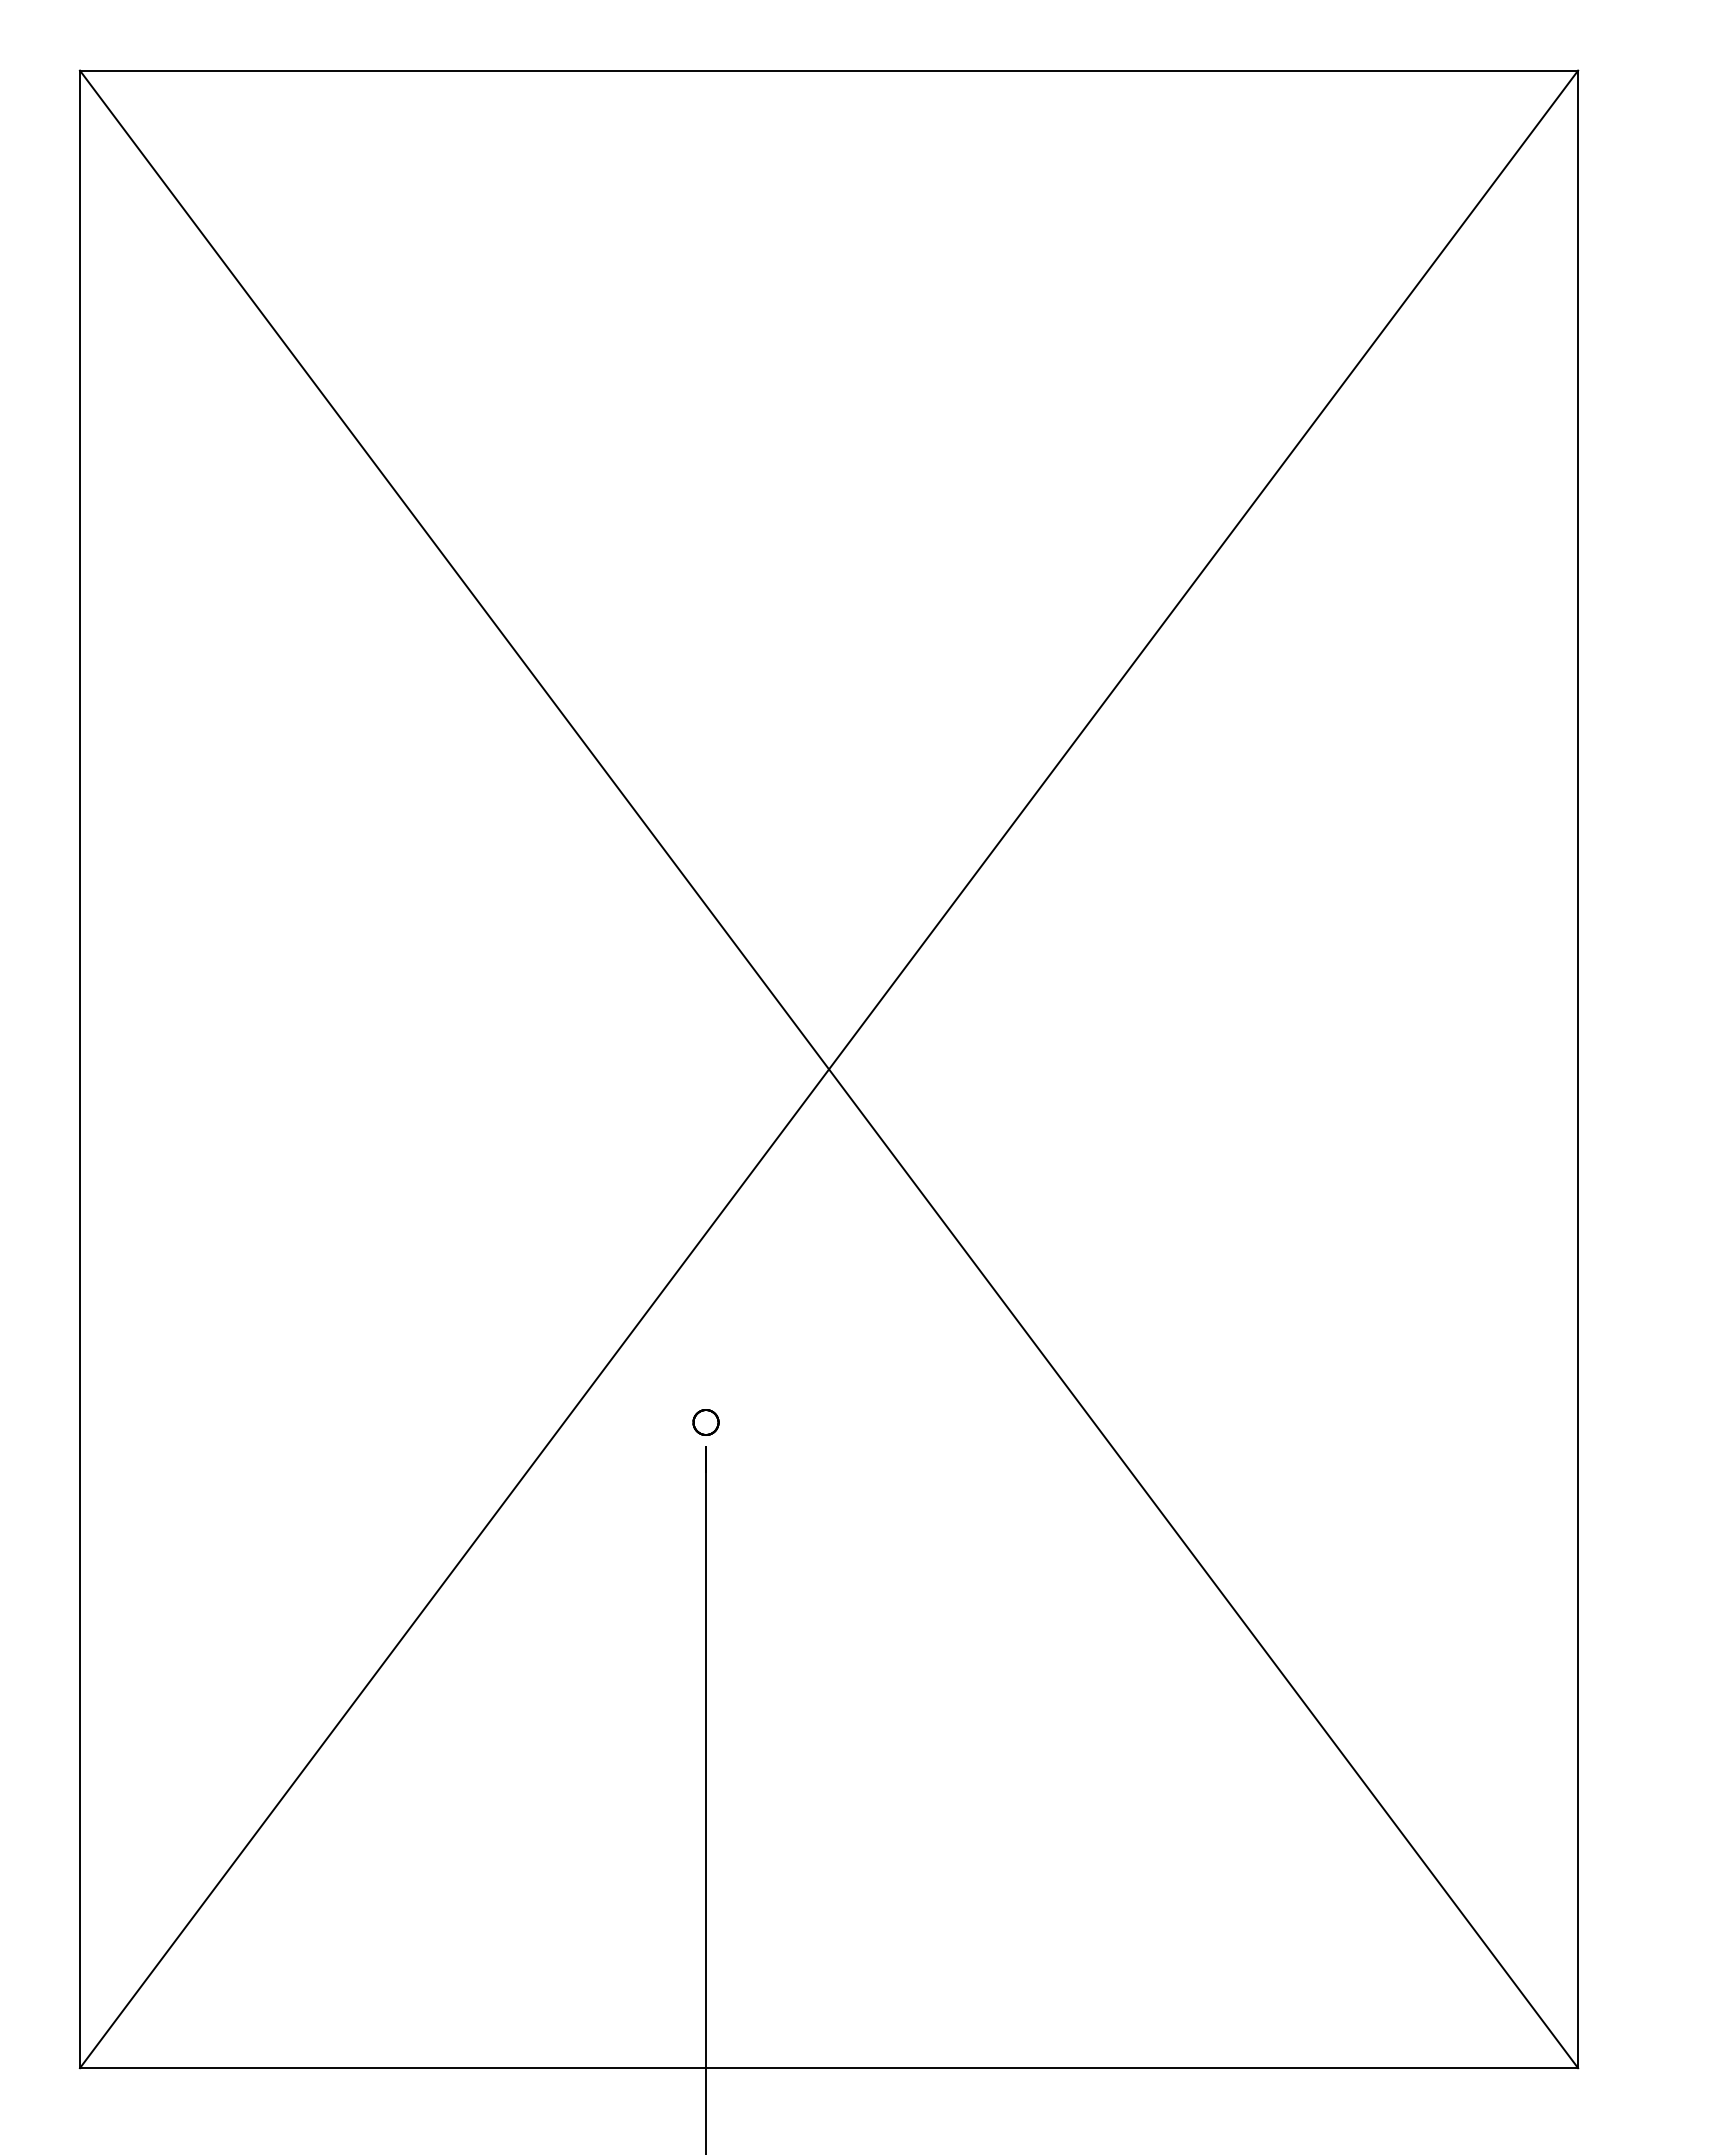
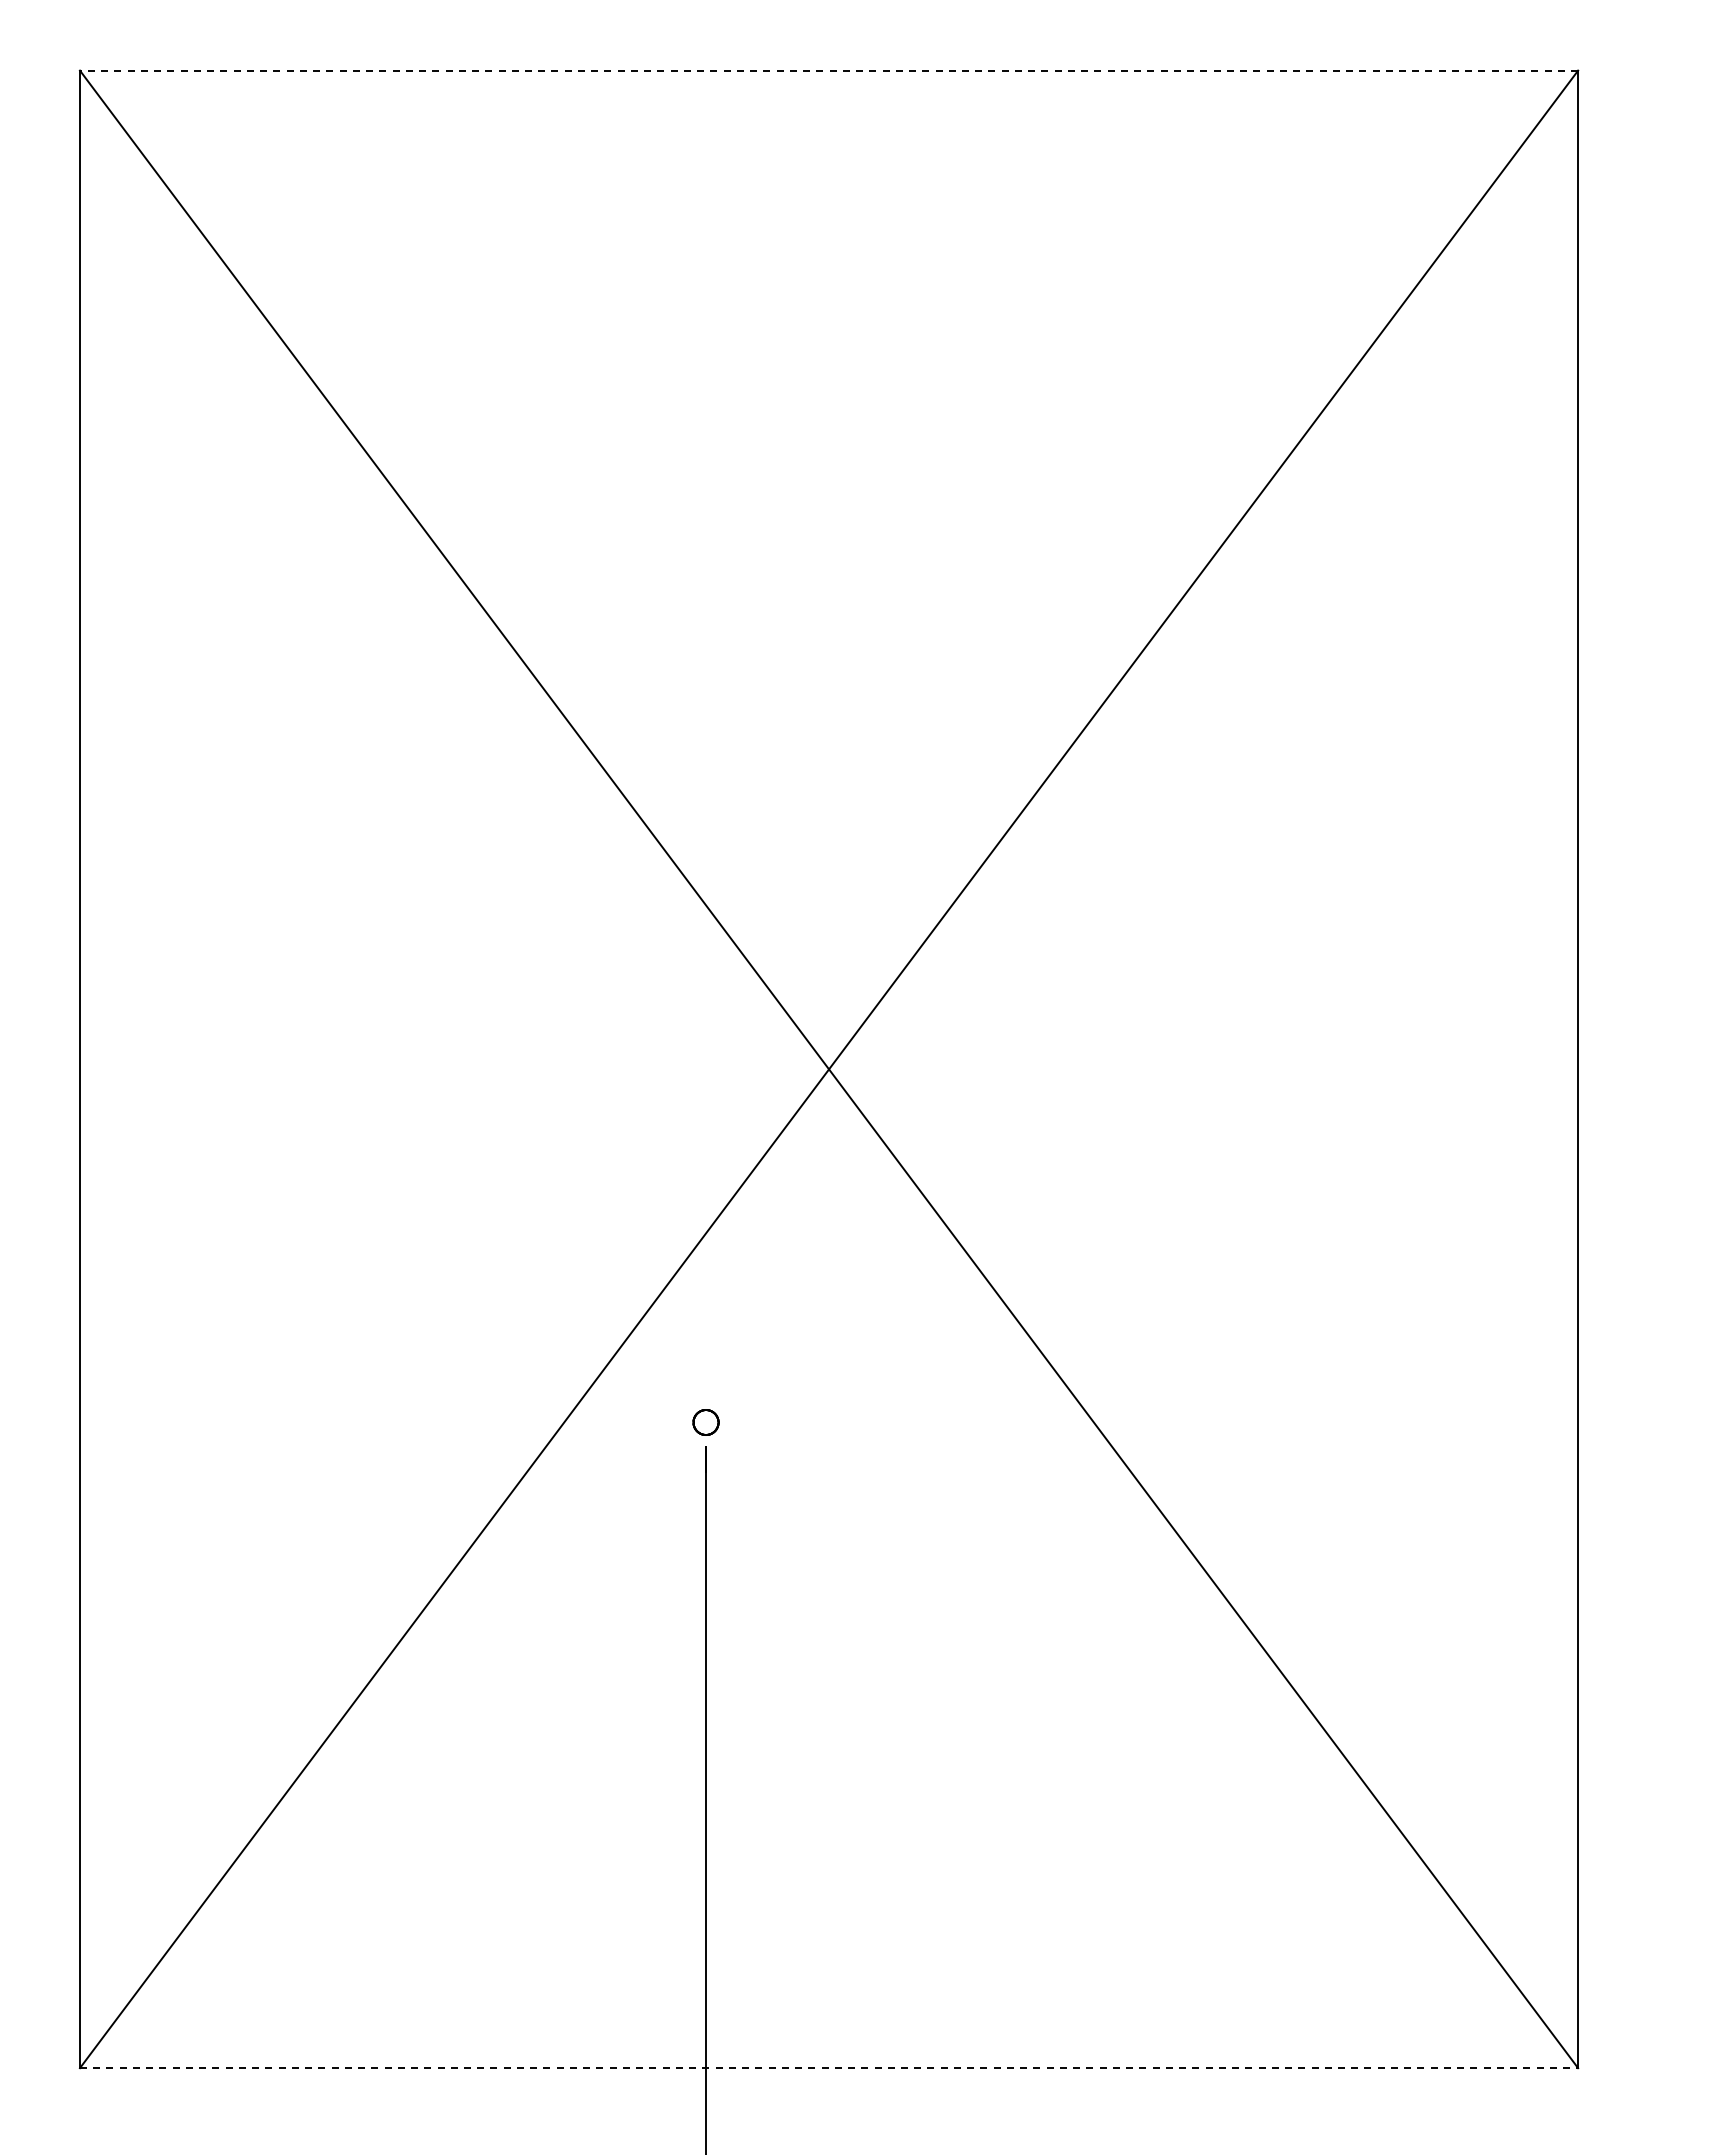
line at (828, 70): solid -> dashed
line at (829, 2068): solid -> dashed
